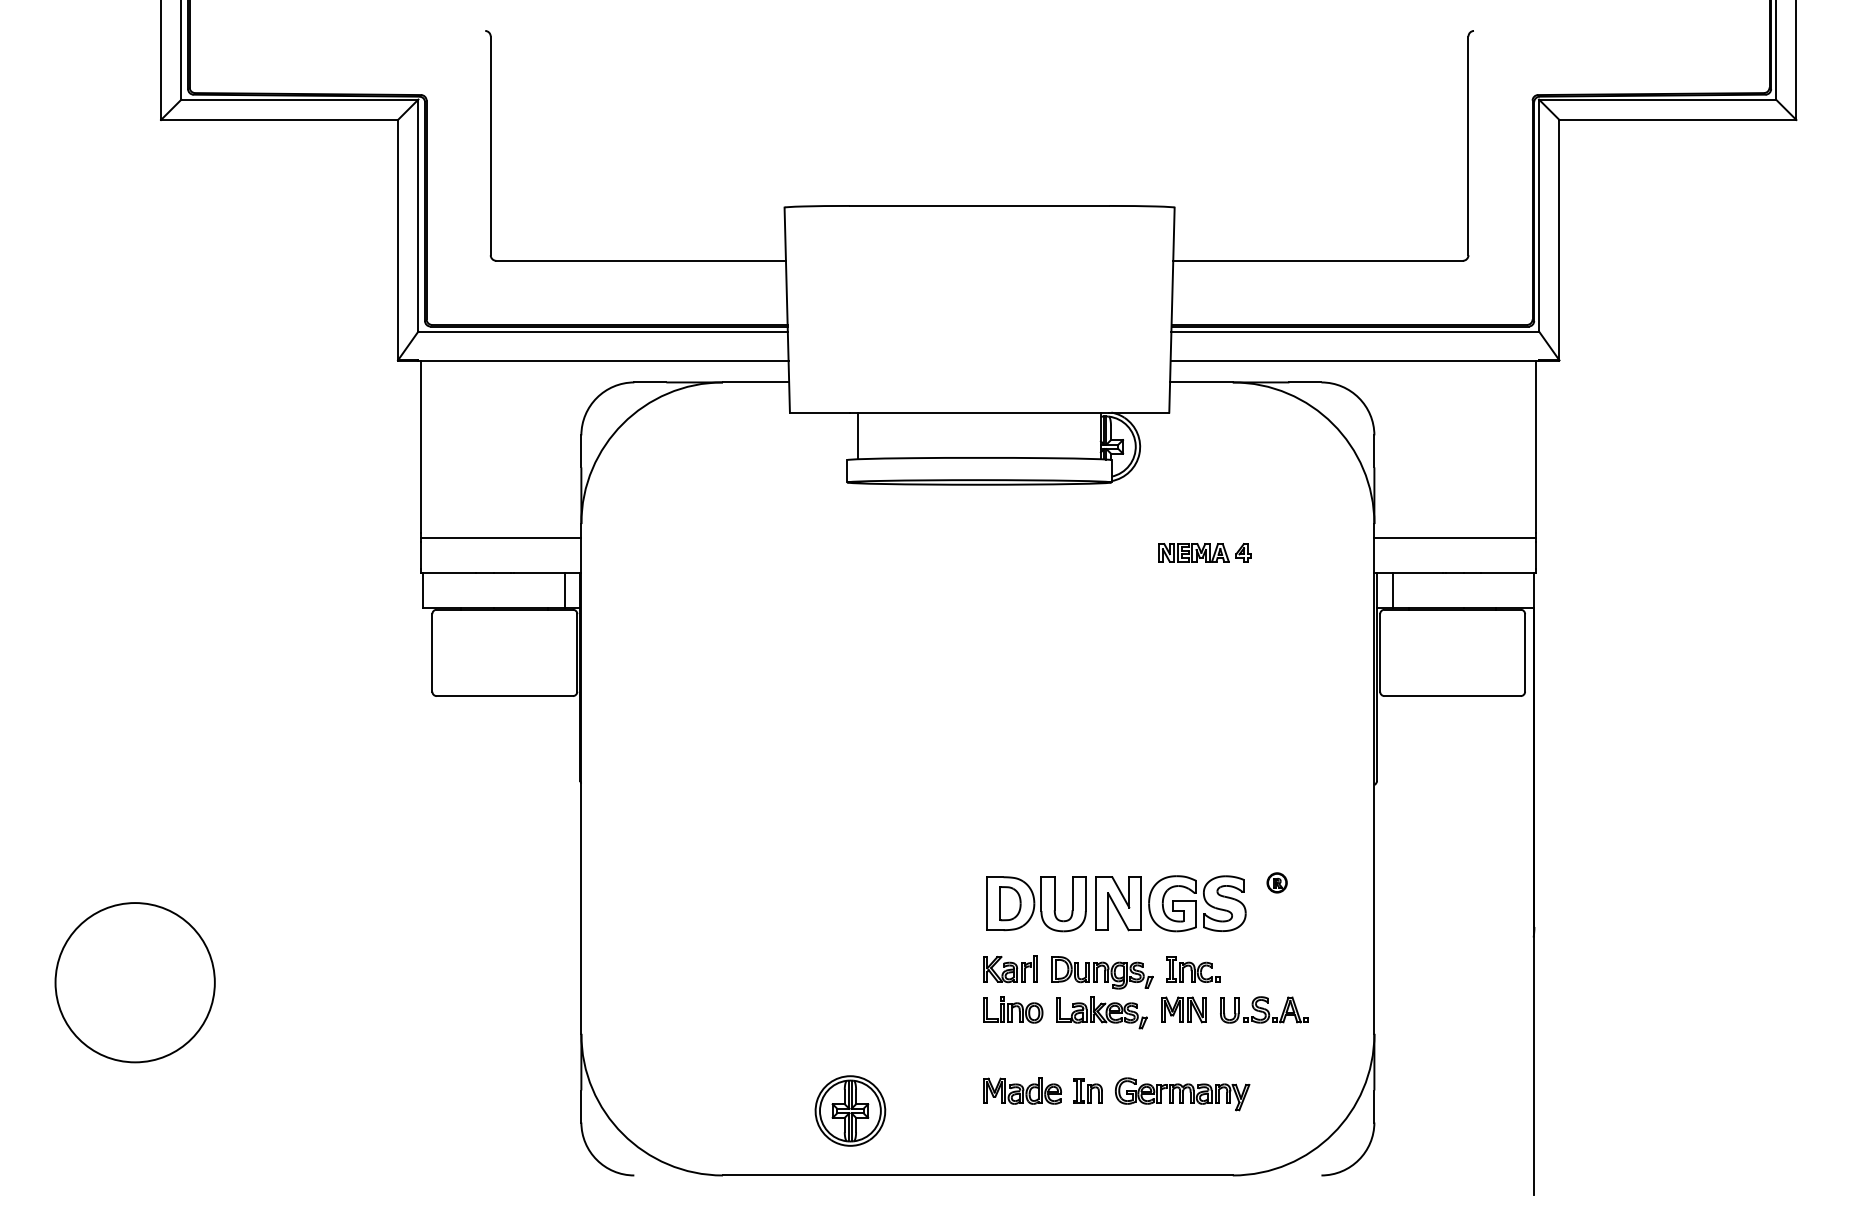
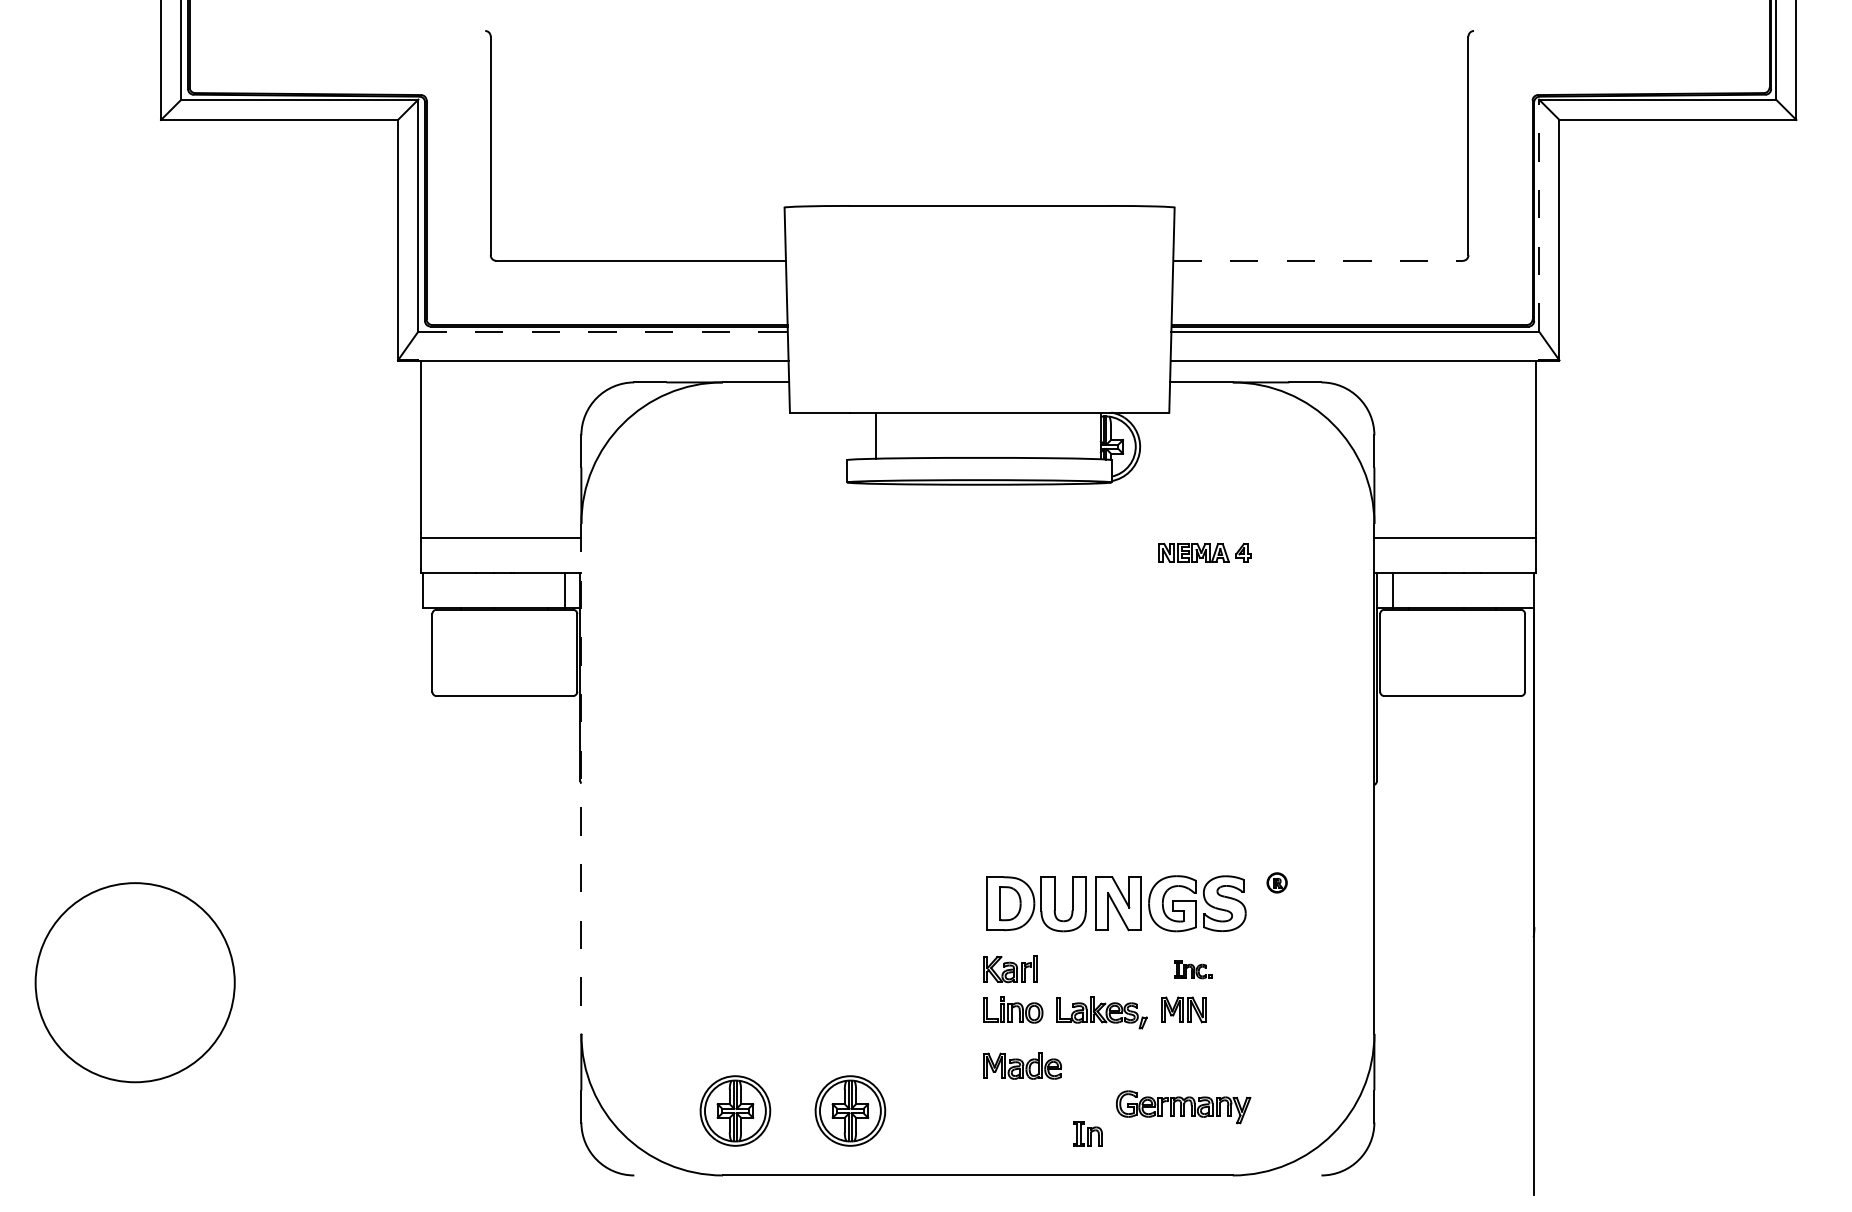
line at (1539, 215): solid -> dashed
line at (1318, 260): solid -> dashed
line at (603, 331): solid -> dashed
line at (857, 435) position: (857, 435) -> (875, 435)
line at (581, 778): solid -> dashed
part at (1193, 969) size: 55x27 px -> 39x20 px
part at (1102, 972): present -> none
circle at (134, 982) diameter: 159 px -> 199 px
part at (1264, 1009): present -> none
part at (1022, 1090) position: (1022, 1090) -> (1022, 1065)
part at (1087, 1090) position: (1087, 1090) -> (1087, 1133)
part at (1182, 1094) position: (1182, 1094) -> (1183, 1107)
part at (735, 1110): none -> present
